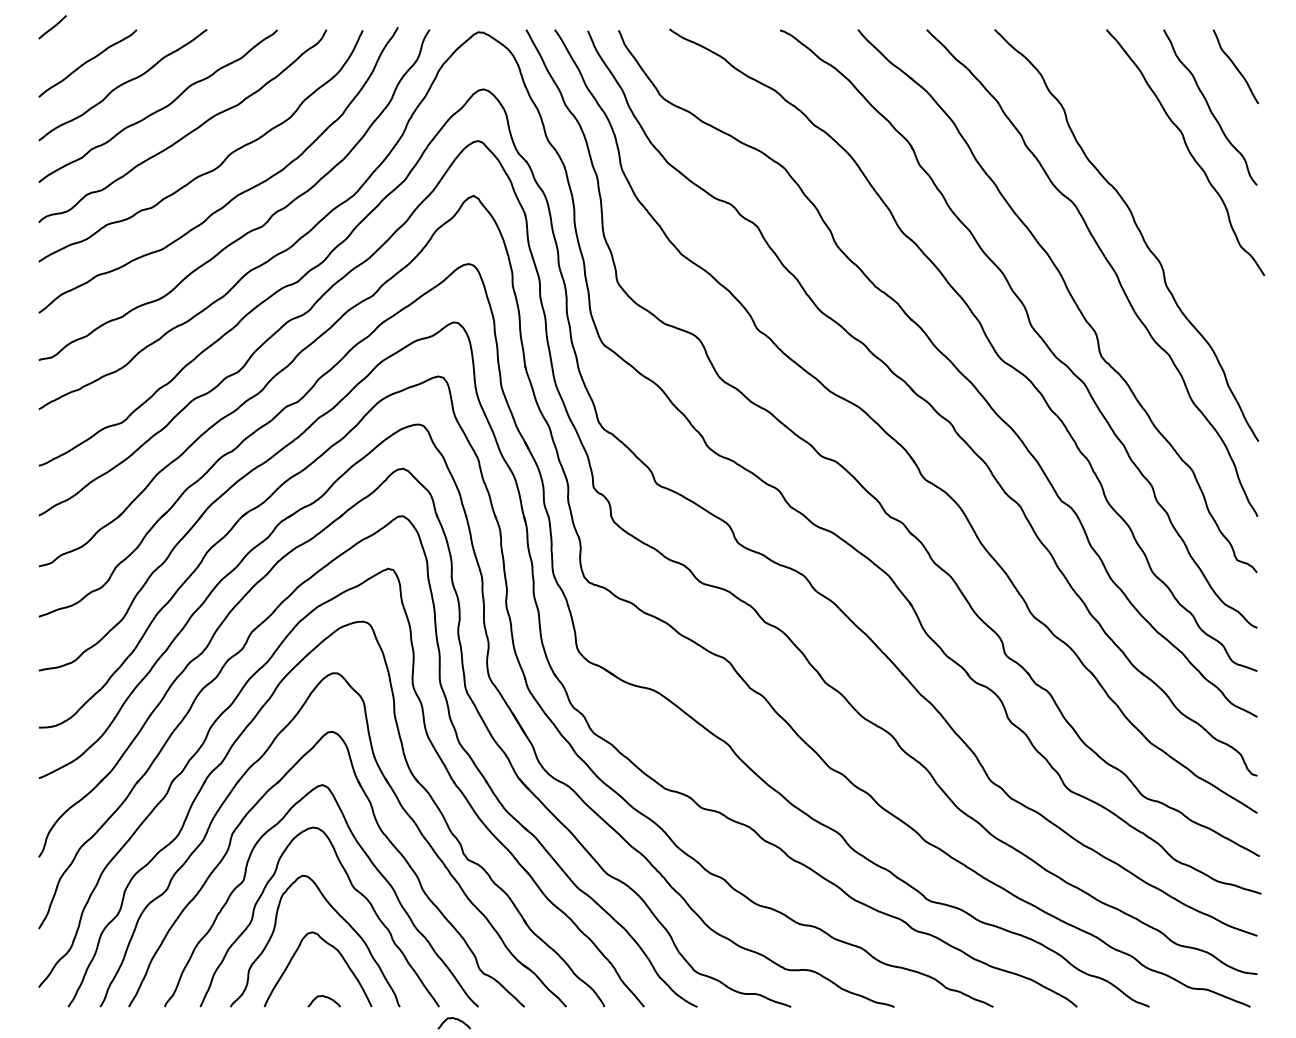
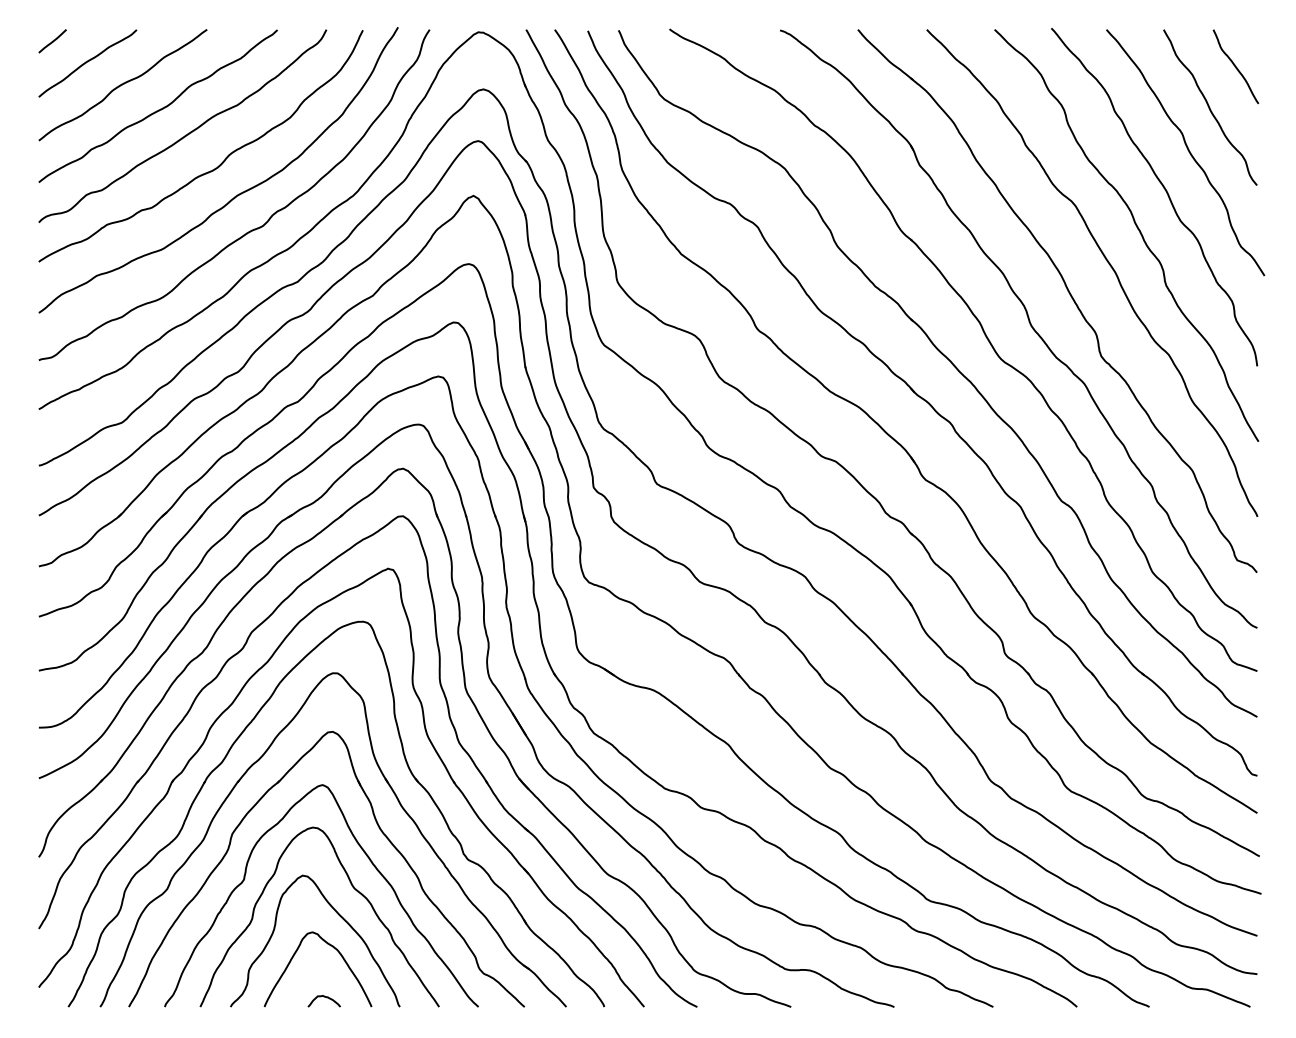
line at (52, 27) position: (52, 27) -> (52, 41)
curve at (1165, 191): none -> present
curve at (453, 1019): present -> none
